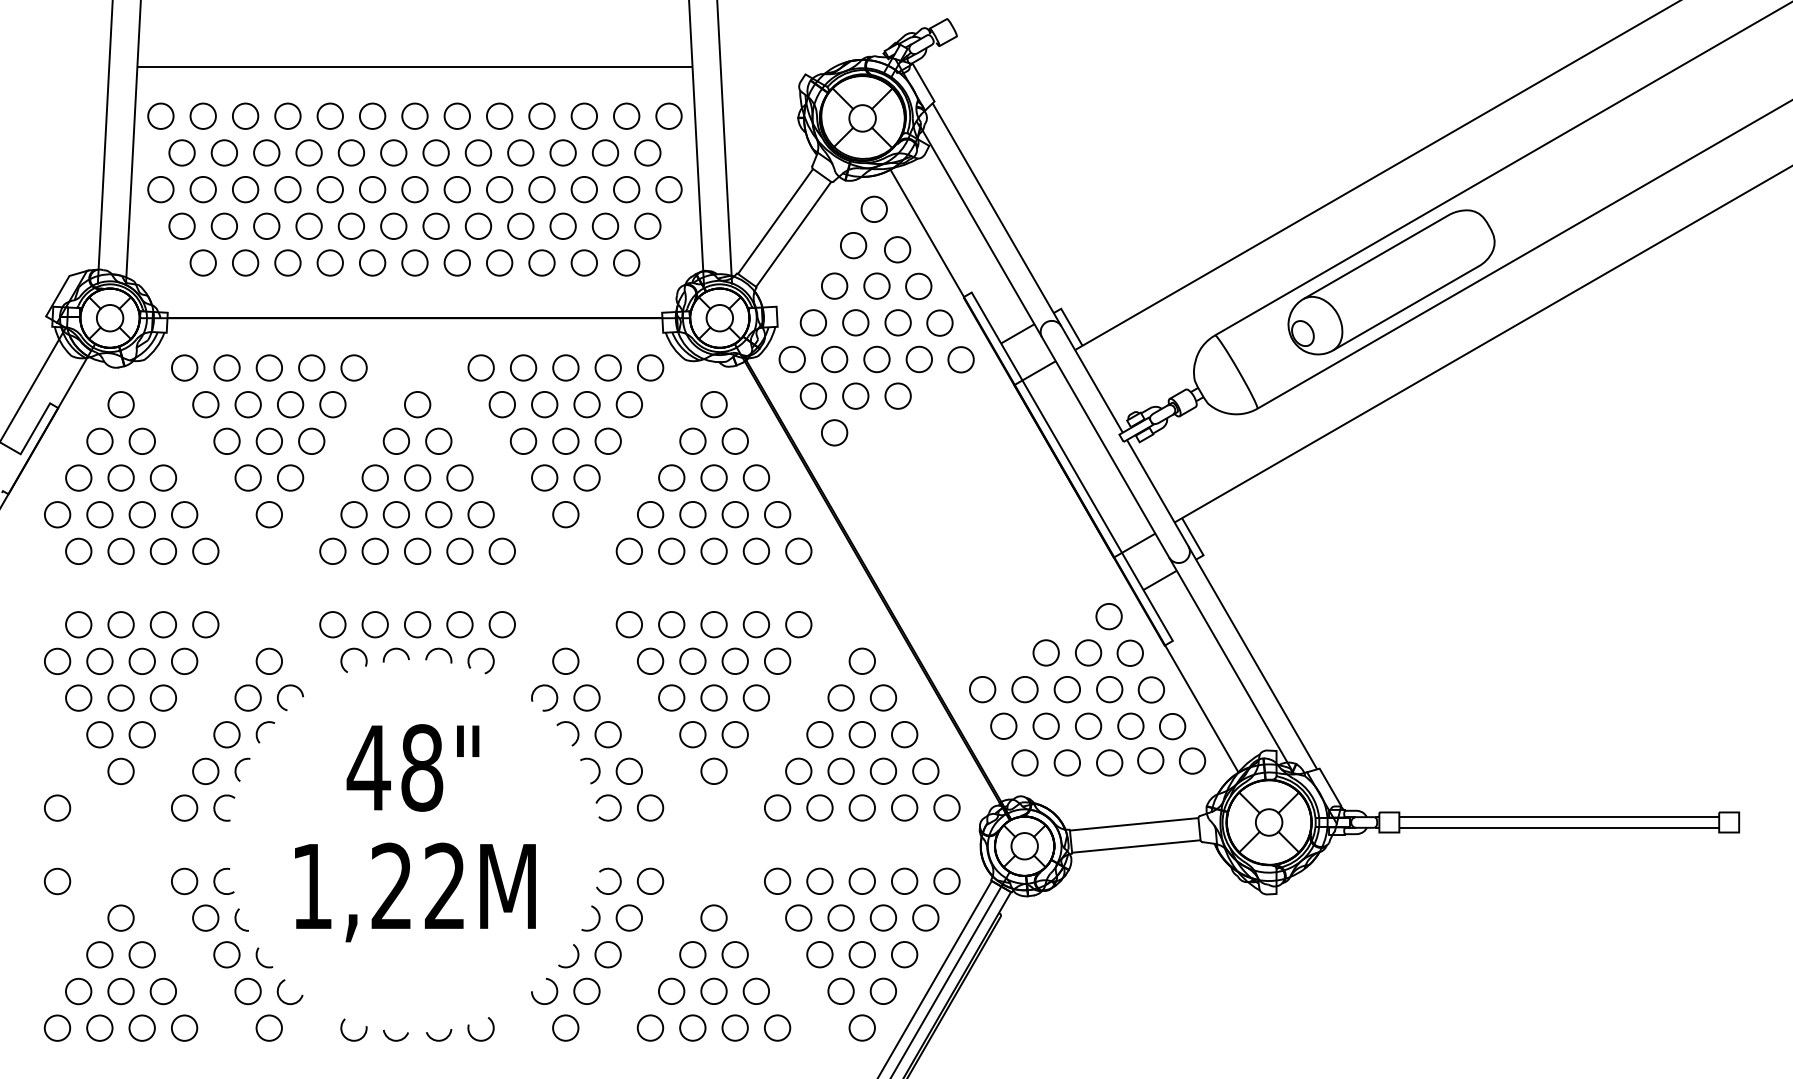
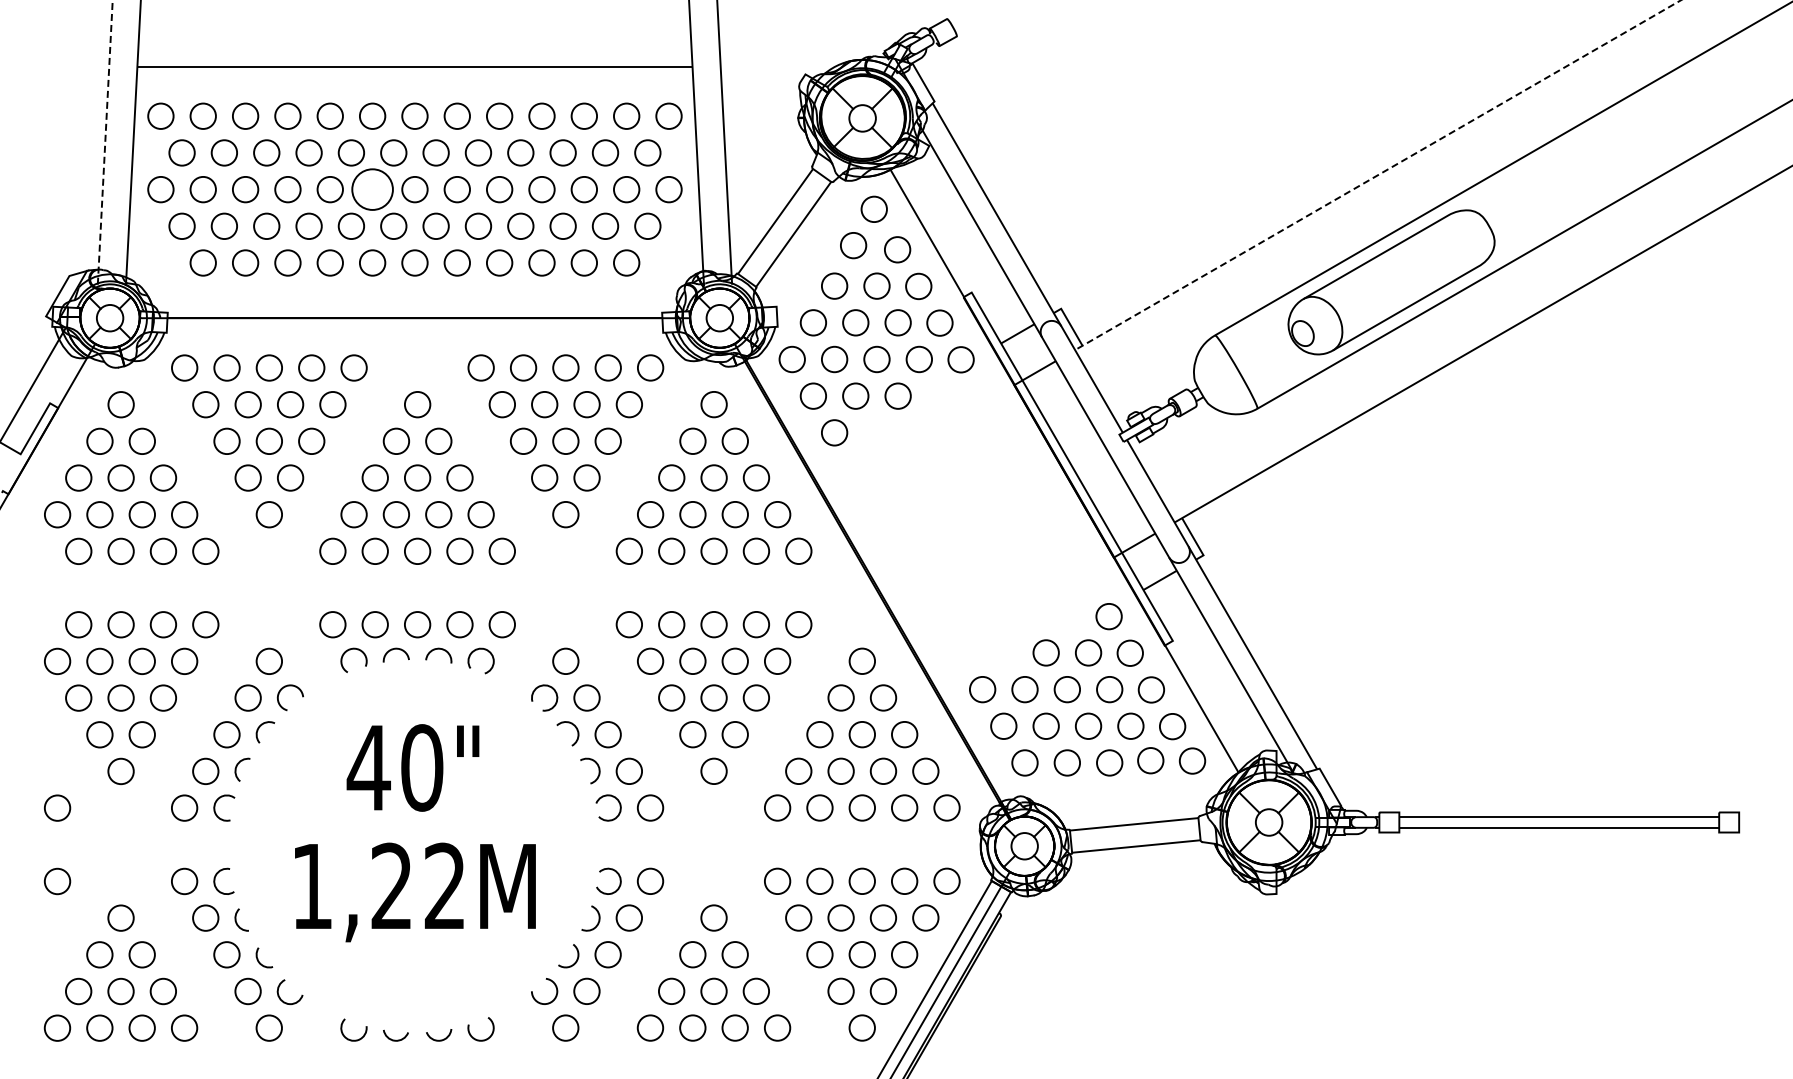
line at (105, 141): solid -> dashed
line at (1378, 175): solid -> dashed
circle at (372, 189) diameter: 25 px -> 41 px
text at (422, 767): 48" -> 40"
